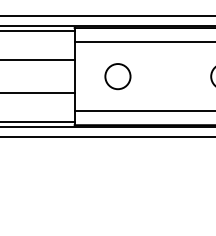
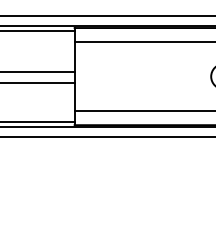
line at (38, 59) position: (38, 59) -> (38, 71)
circle at (117, 76): present -> none
line at (38, 93) position: (38, 93) -> (38, 83)
